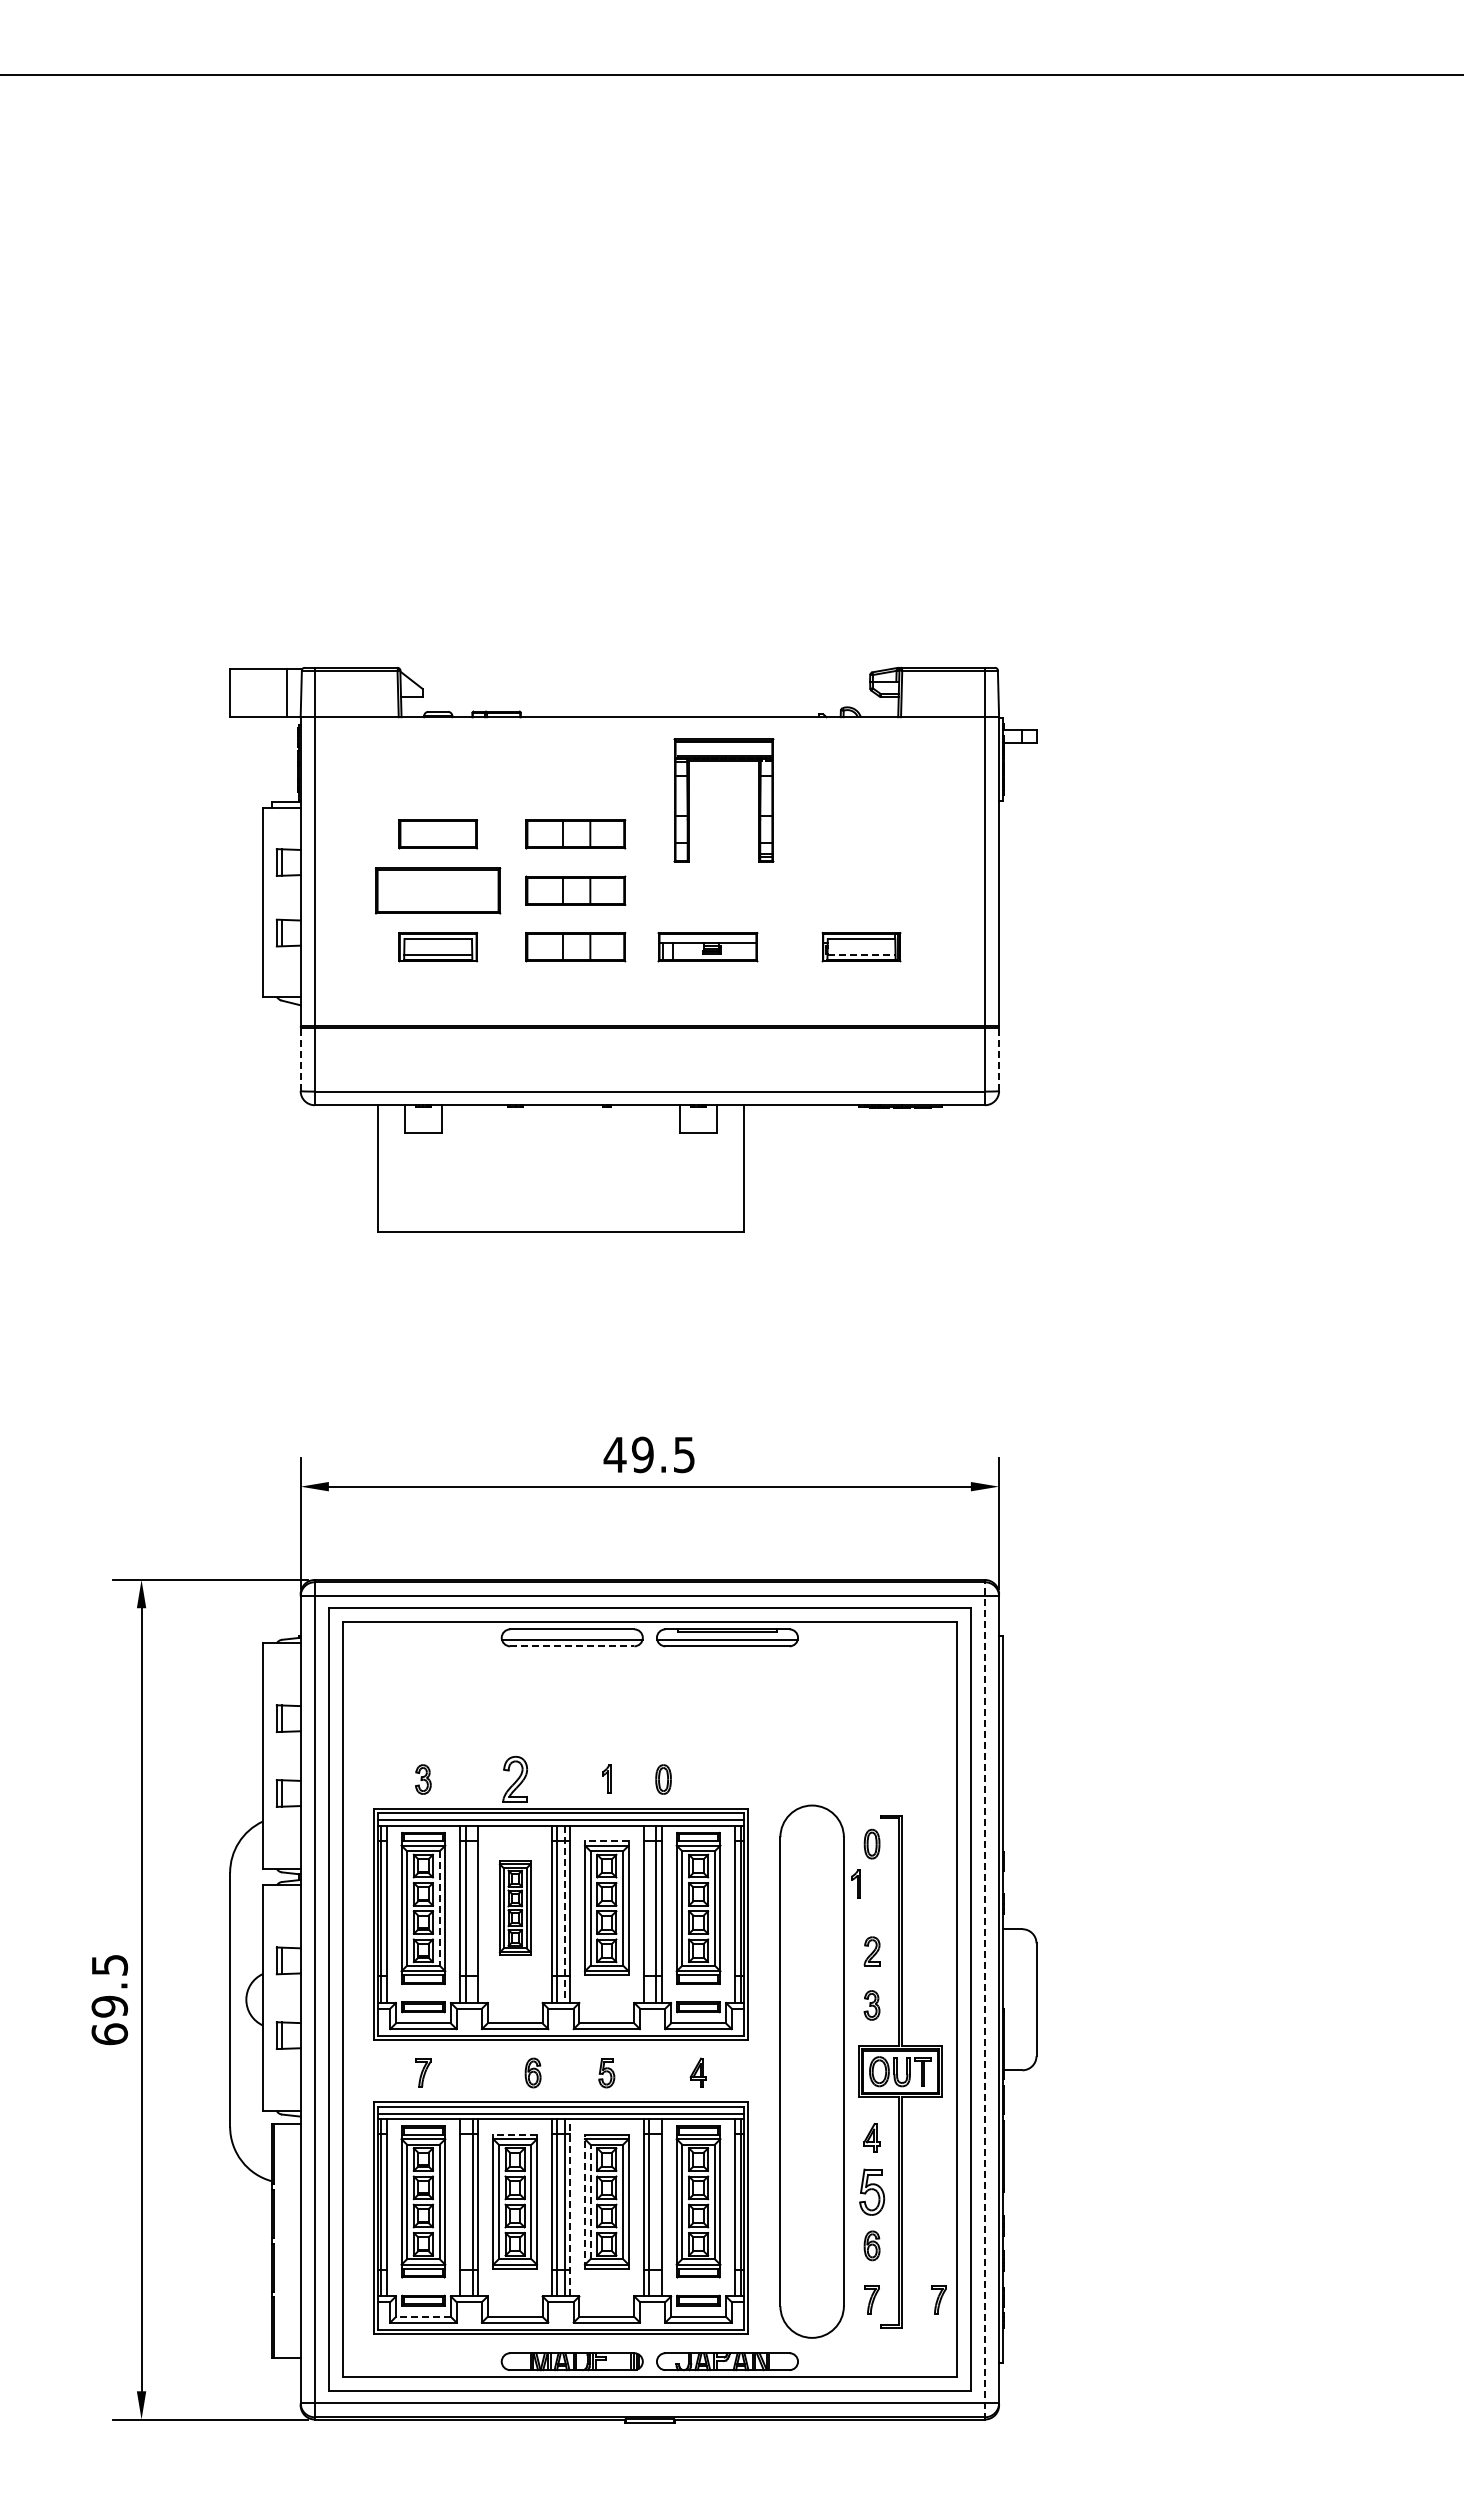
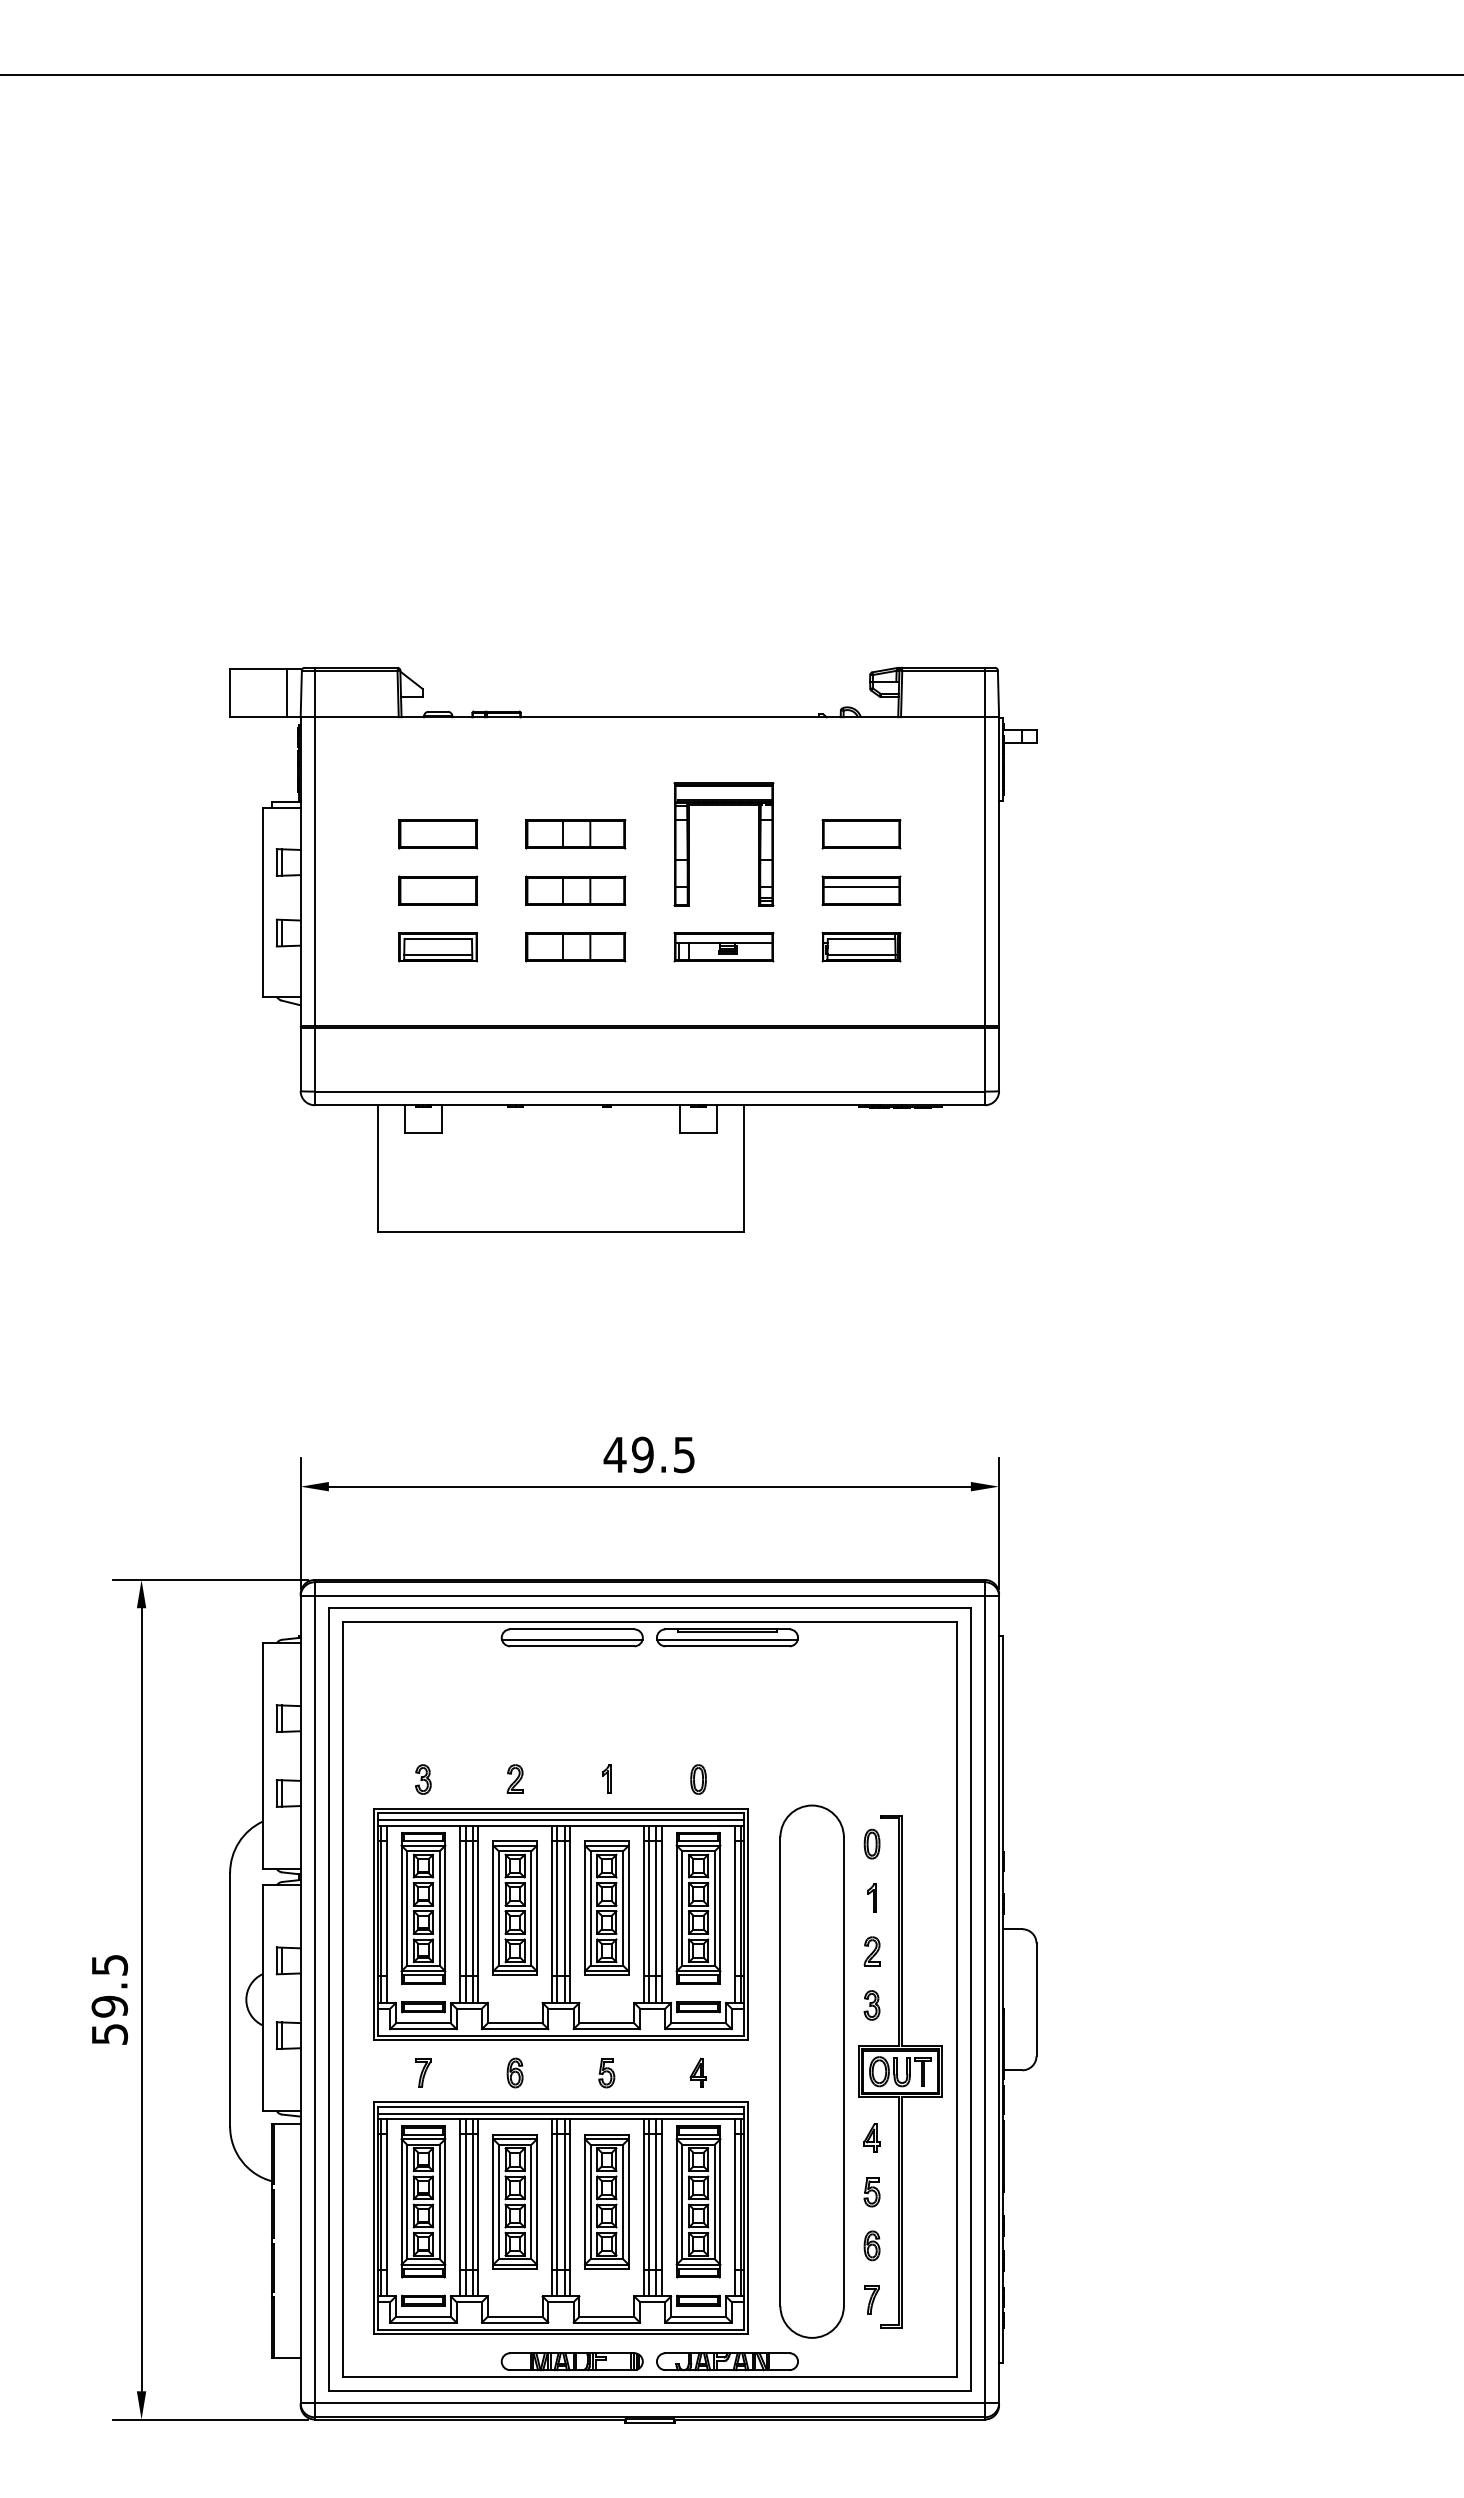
part at (689, 800) position: (689, 800) -> (689, 844)
part at (861, 834): none -> present
part at (438, 890) size: 127x48 px -> 81x31 px
part at (861, 890): none -> present
part at (707, 947) position: (707, 947) -> (723, 947)
line at (861, 954): dashed -> solid
line at (300, 1059): dashed -> solid
line at (999, 1059): dashed -> solid
line at (572, 1646): dashed -> solid
part at (514, 1779) size: 26x47 px -> 18x30 px
part at (663, 1779) position: (663, 1779) -> (698, 1779)
line at (606, 1841): dashed -> solid
part at (855, 1883) position: (855, 1883) -> (871, 1897)
part at (514, 1907) size: 34x96 px -> 47x136 px
line at (439, 1908): dashed -> solid
line at (472, 1914): none -> present
line at (564, 1914): dashed -> solid
line at (649, 1914): none -> present
line at (984, 1999): dashed -> solid
text at (109, 2034): 69.5 -> 59.5
part at (532, 2072) position: (532, 2072) -> (514, 2072)
line at (515, 2134): dashed -> solid
part at (872, 2191) size: 27x48 px -> 18x31 px
line at (584, 2201): dashed -> solid
line at (590, 2201): dashed -> solid
line at (465, 2207): none -> present
line at (570, 2207): dashed -> solid
line at (656, 2207): none -> present
part at (938, 2299): present -> none
line at (423, 2316): dashed -> solid
